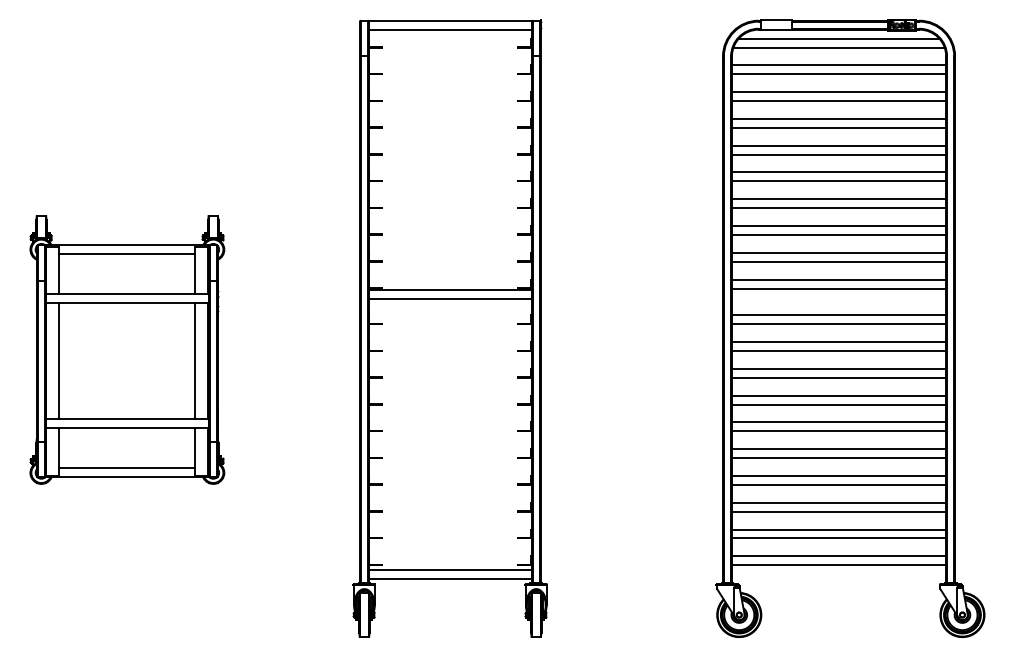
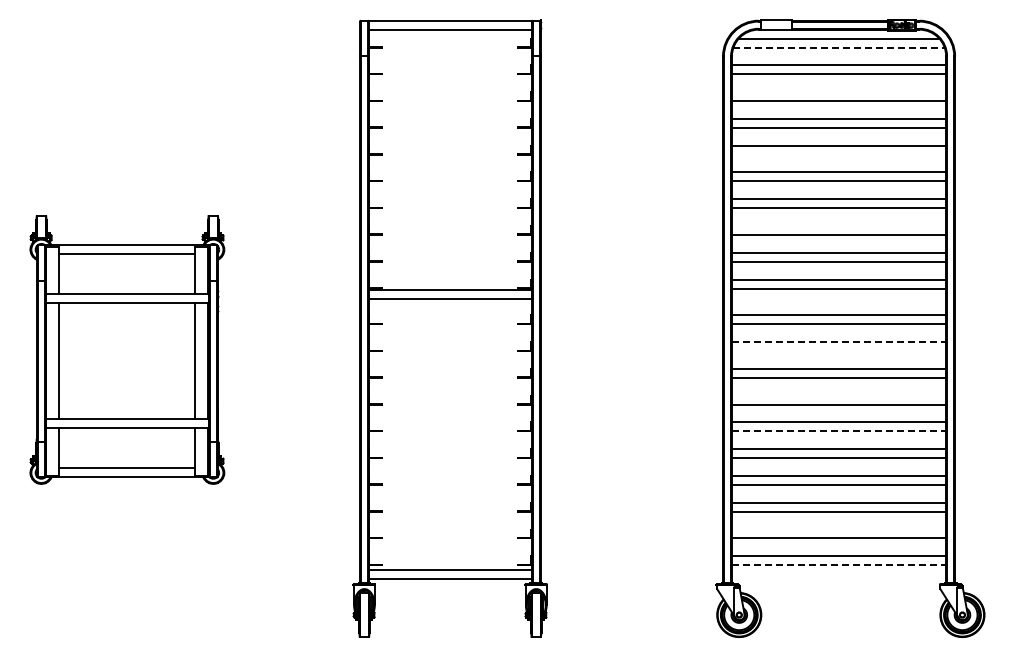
line at (839, 47): solid -> dashed
line at (838, 92): present -> none
line at (838, 154): present -> none
line at (838, 226): present -> none
line at (839, 342): solid -> dashed
line at (838, 351): present -> none
line at (838, 395): present -> none
line at (839, 431): solid -> dashed
line at (838, 529): present -> none
line at (839, 565): solid -> dashed
